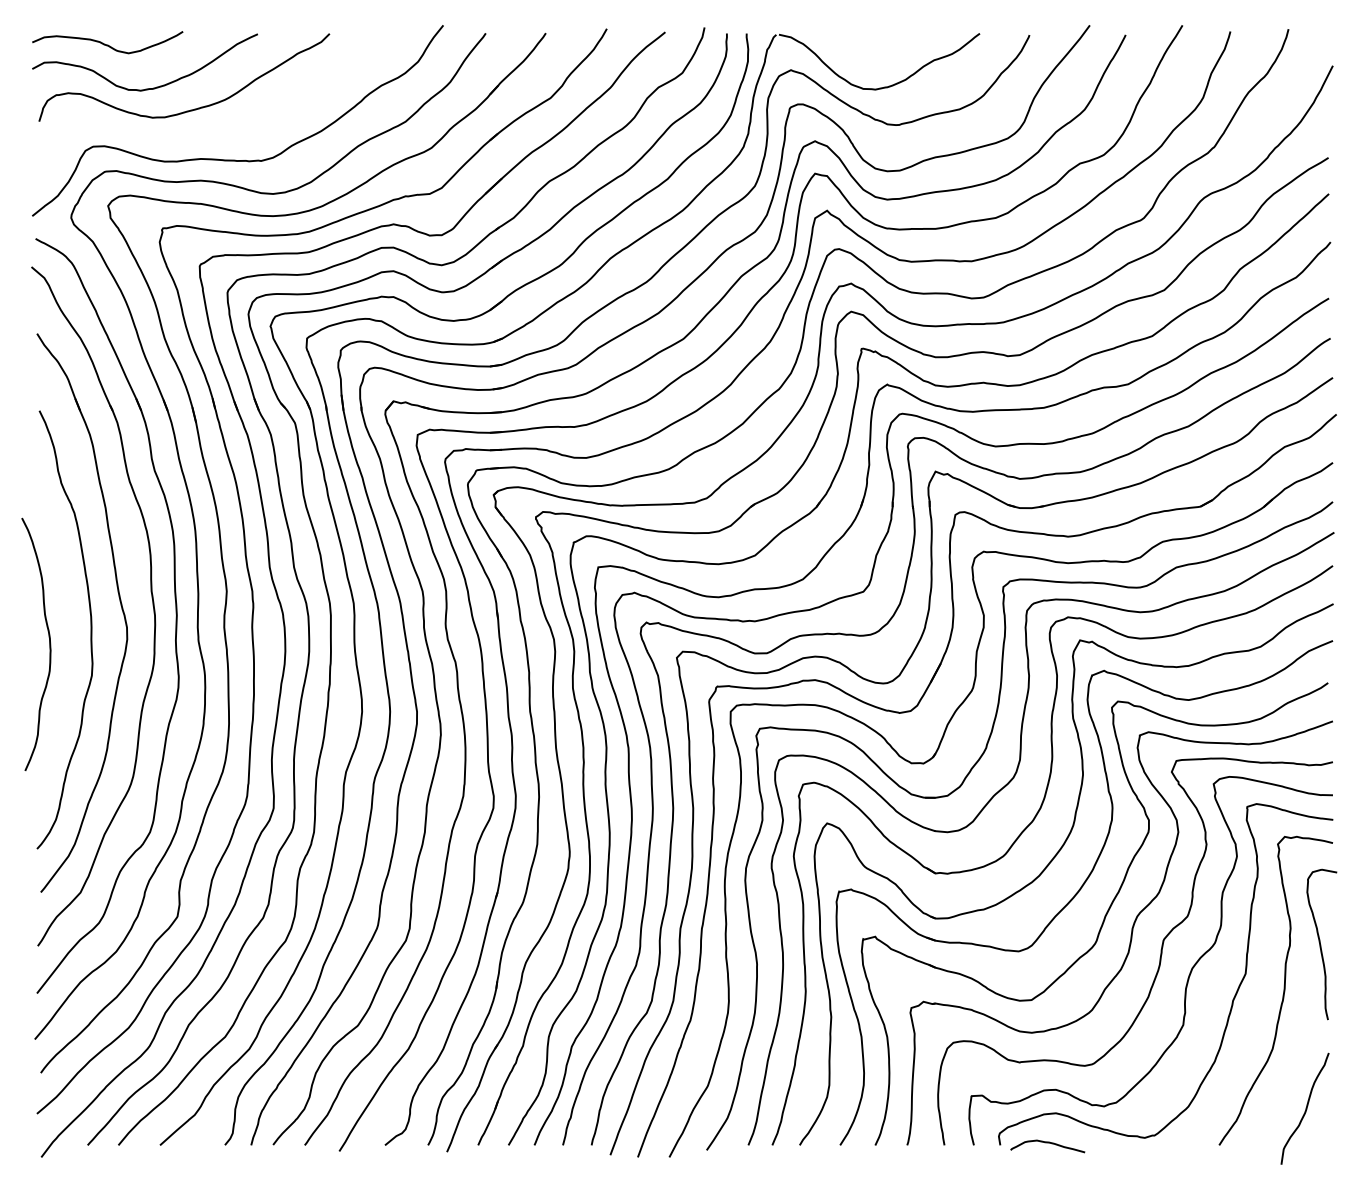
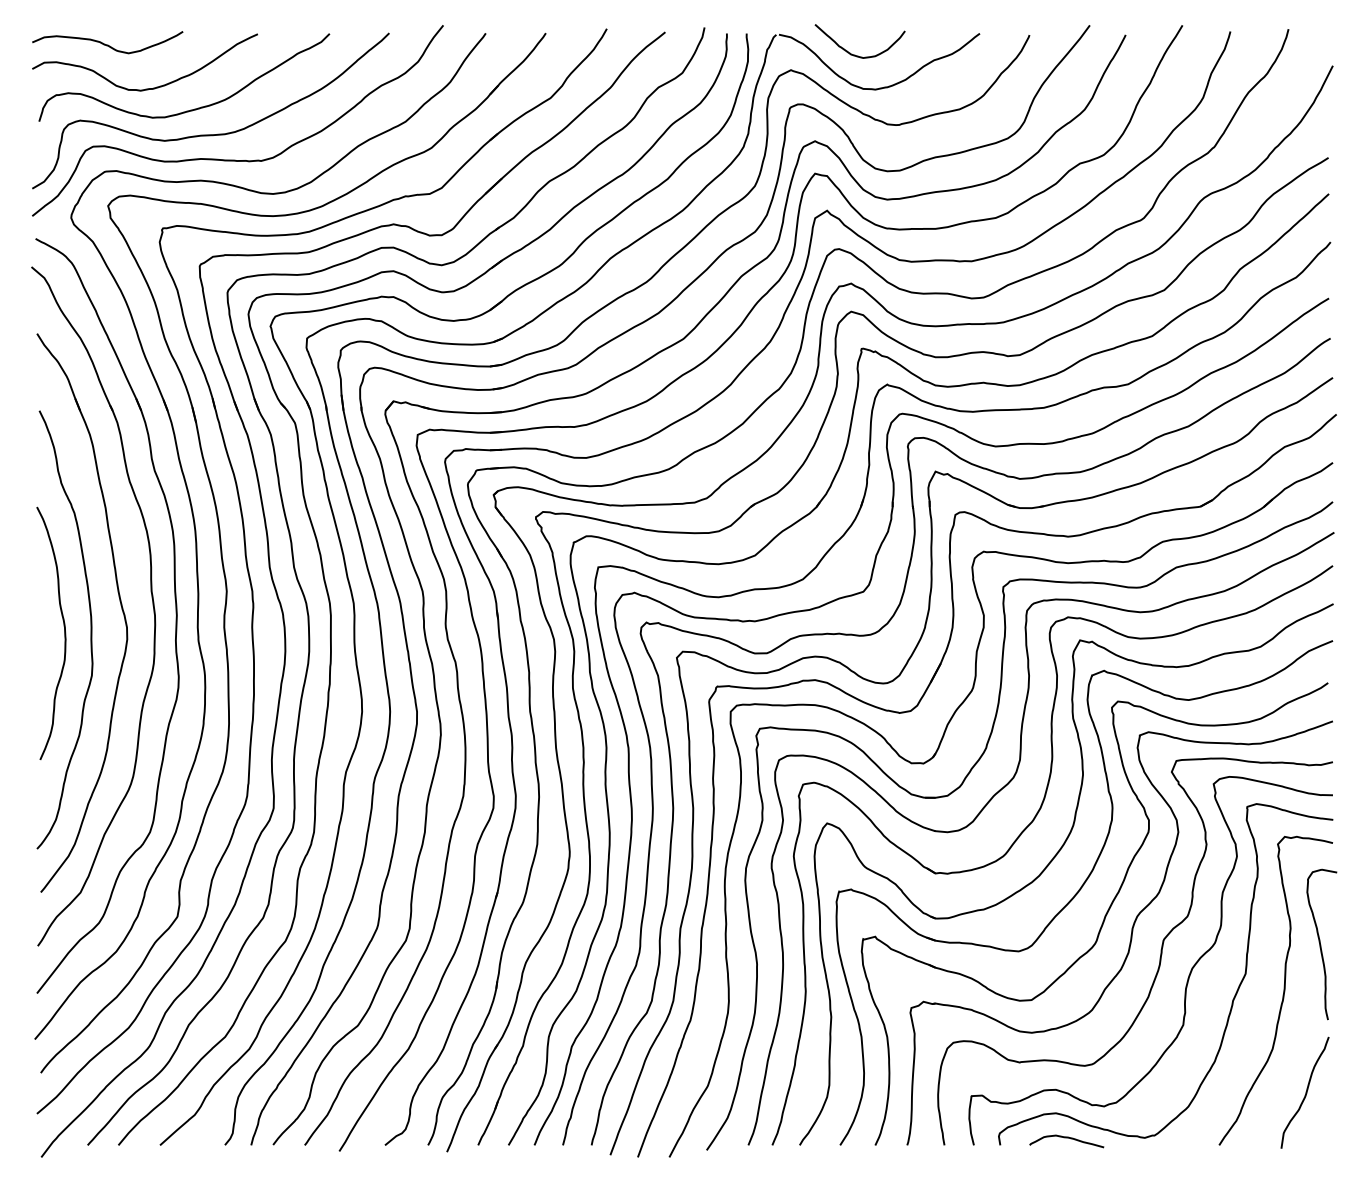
curve at (855, 54): none -> present
curve at (210, 134): none -> present
curve at (49, 643) position: (49, 643) -> (64, 632)
curve at (1305, 1108) position: (1305, 1108) -> (1305, 1092)
curve at (1047, 1143) position: (1047, 1143) -> (1066, 1138)
